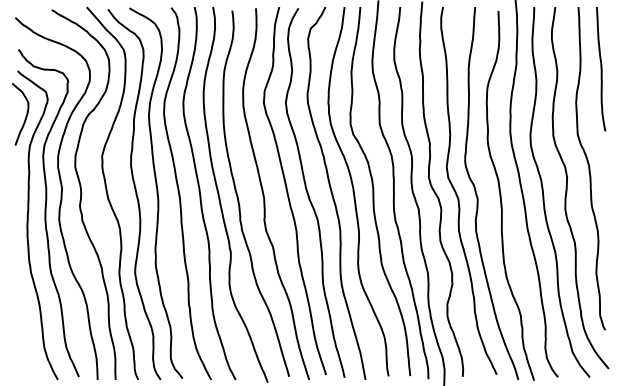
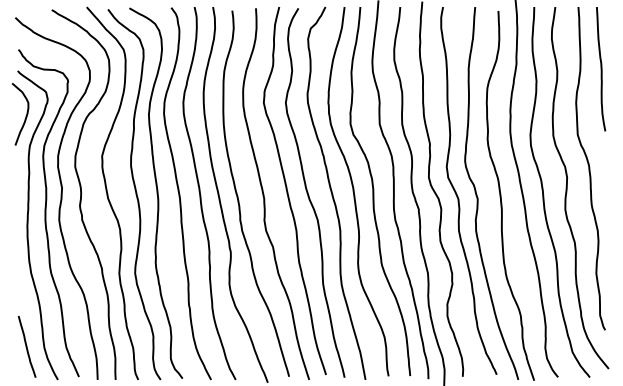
line at (26, 346): none -> present
